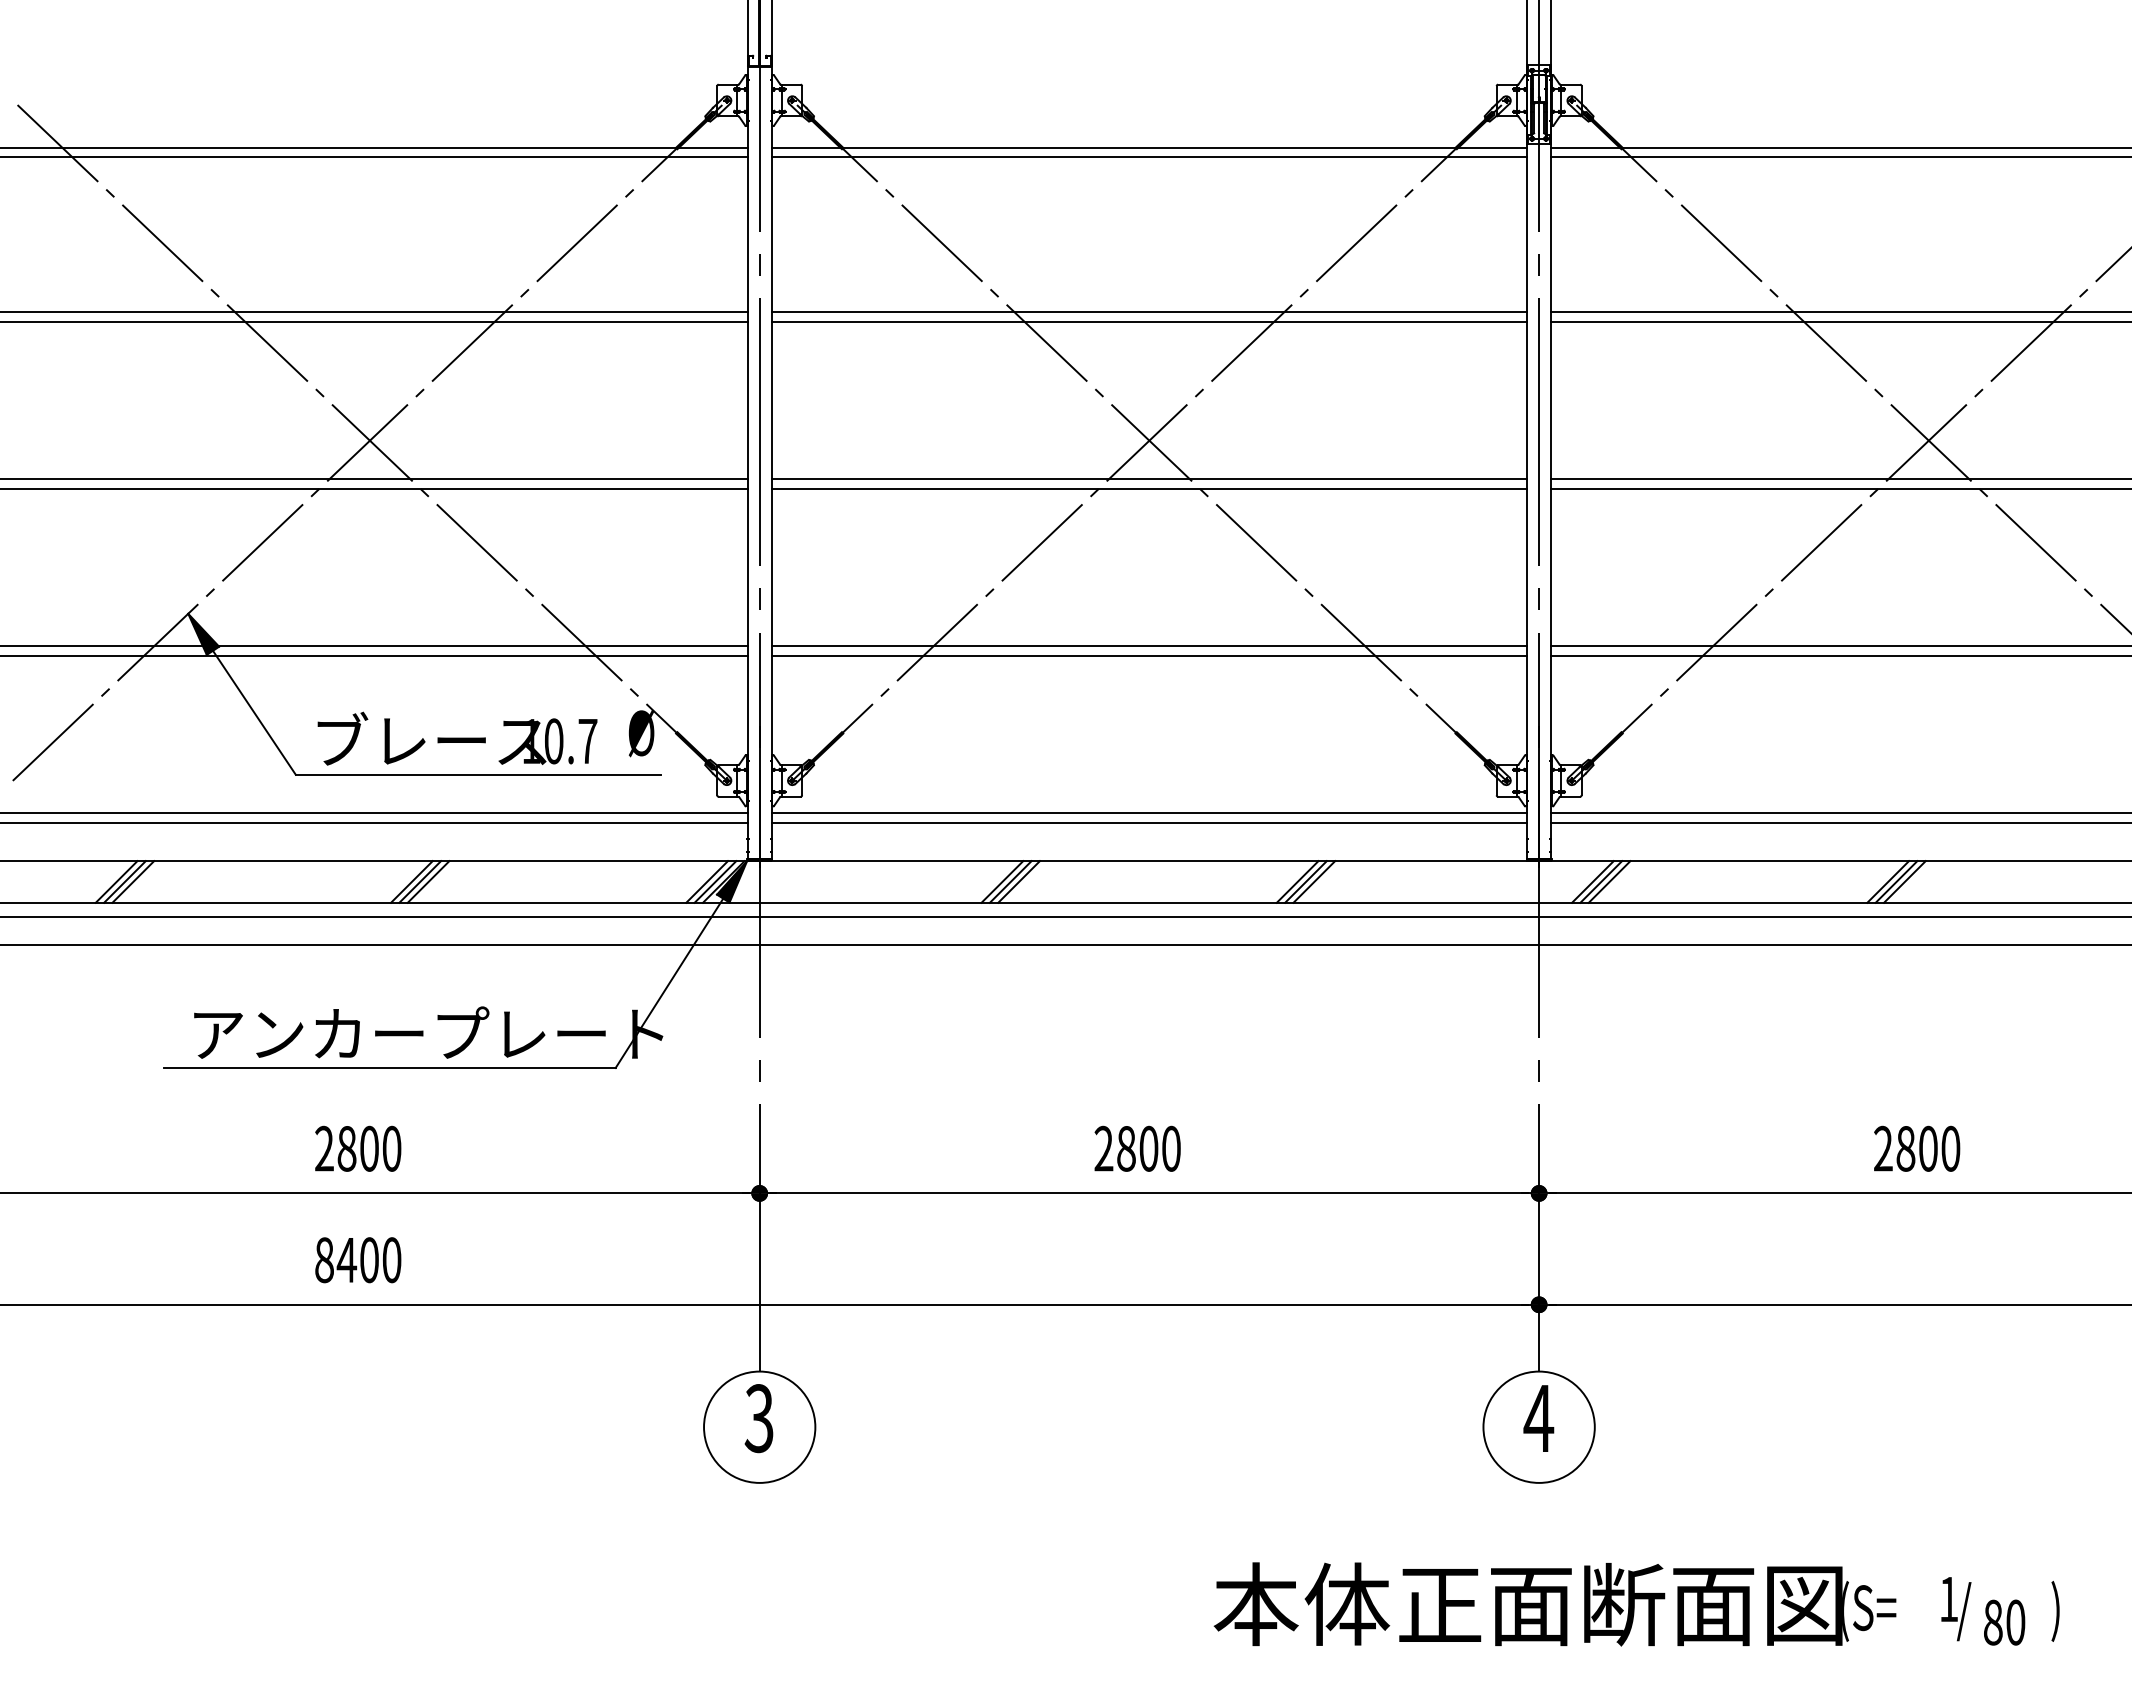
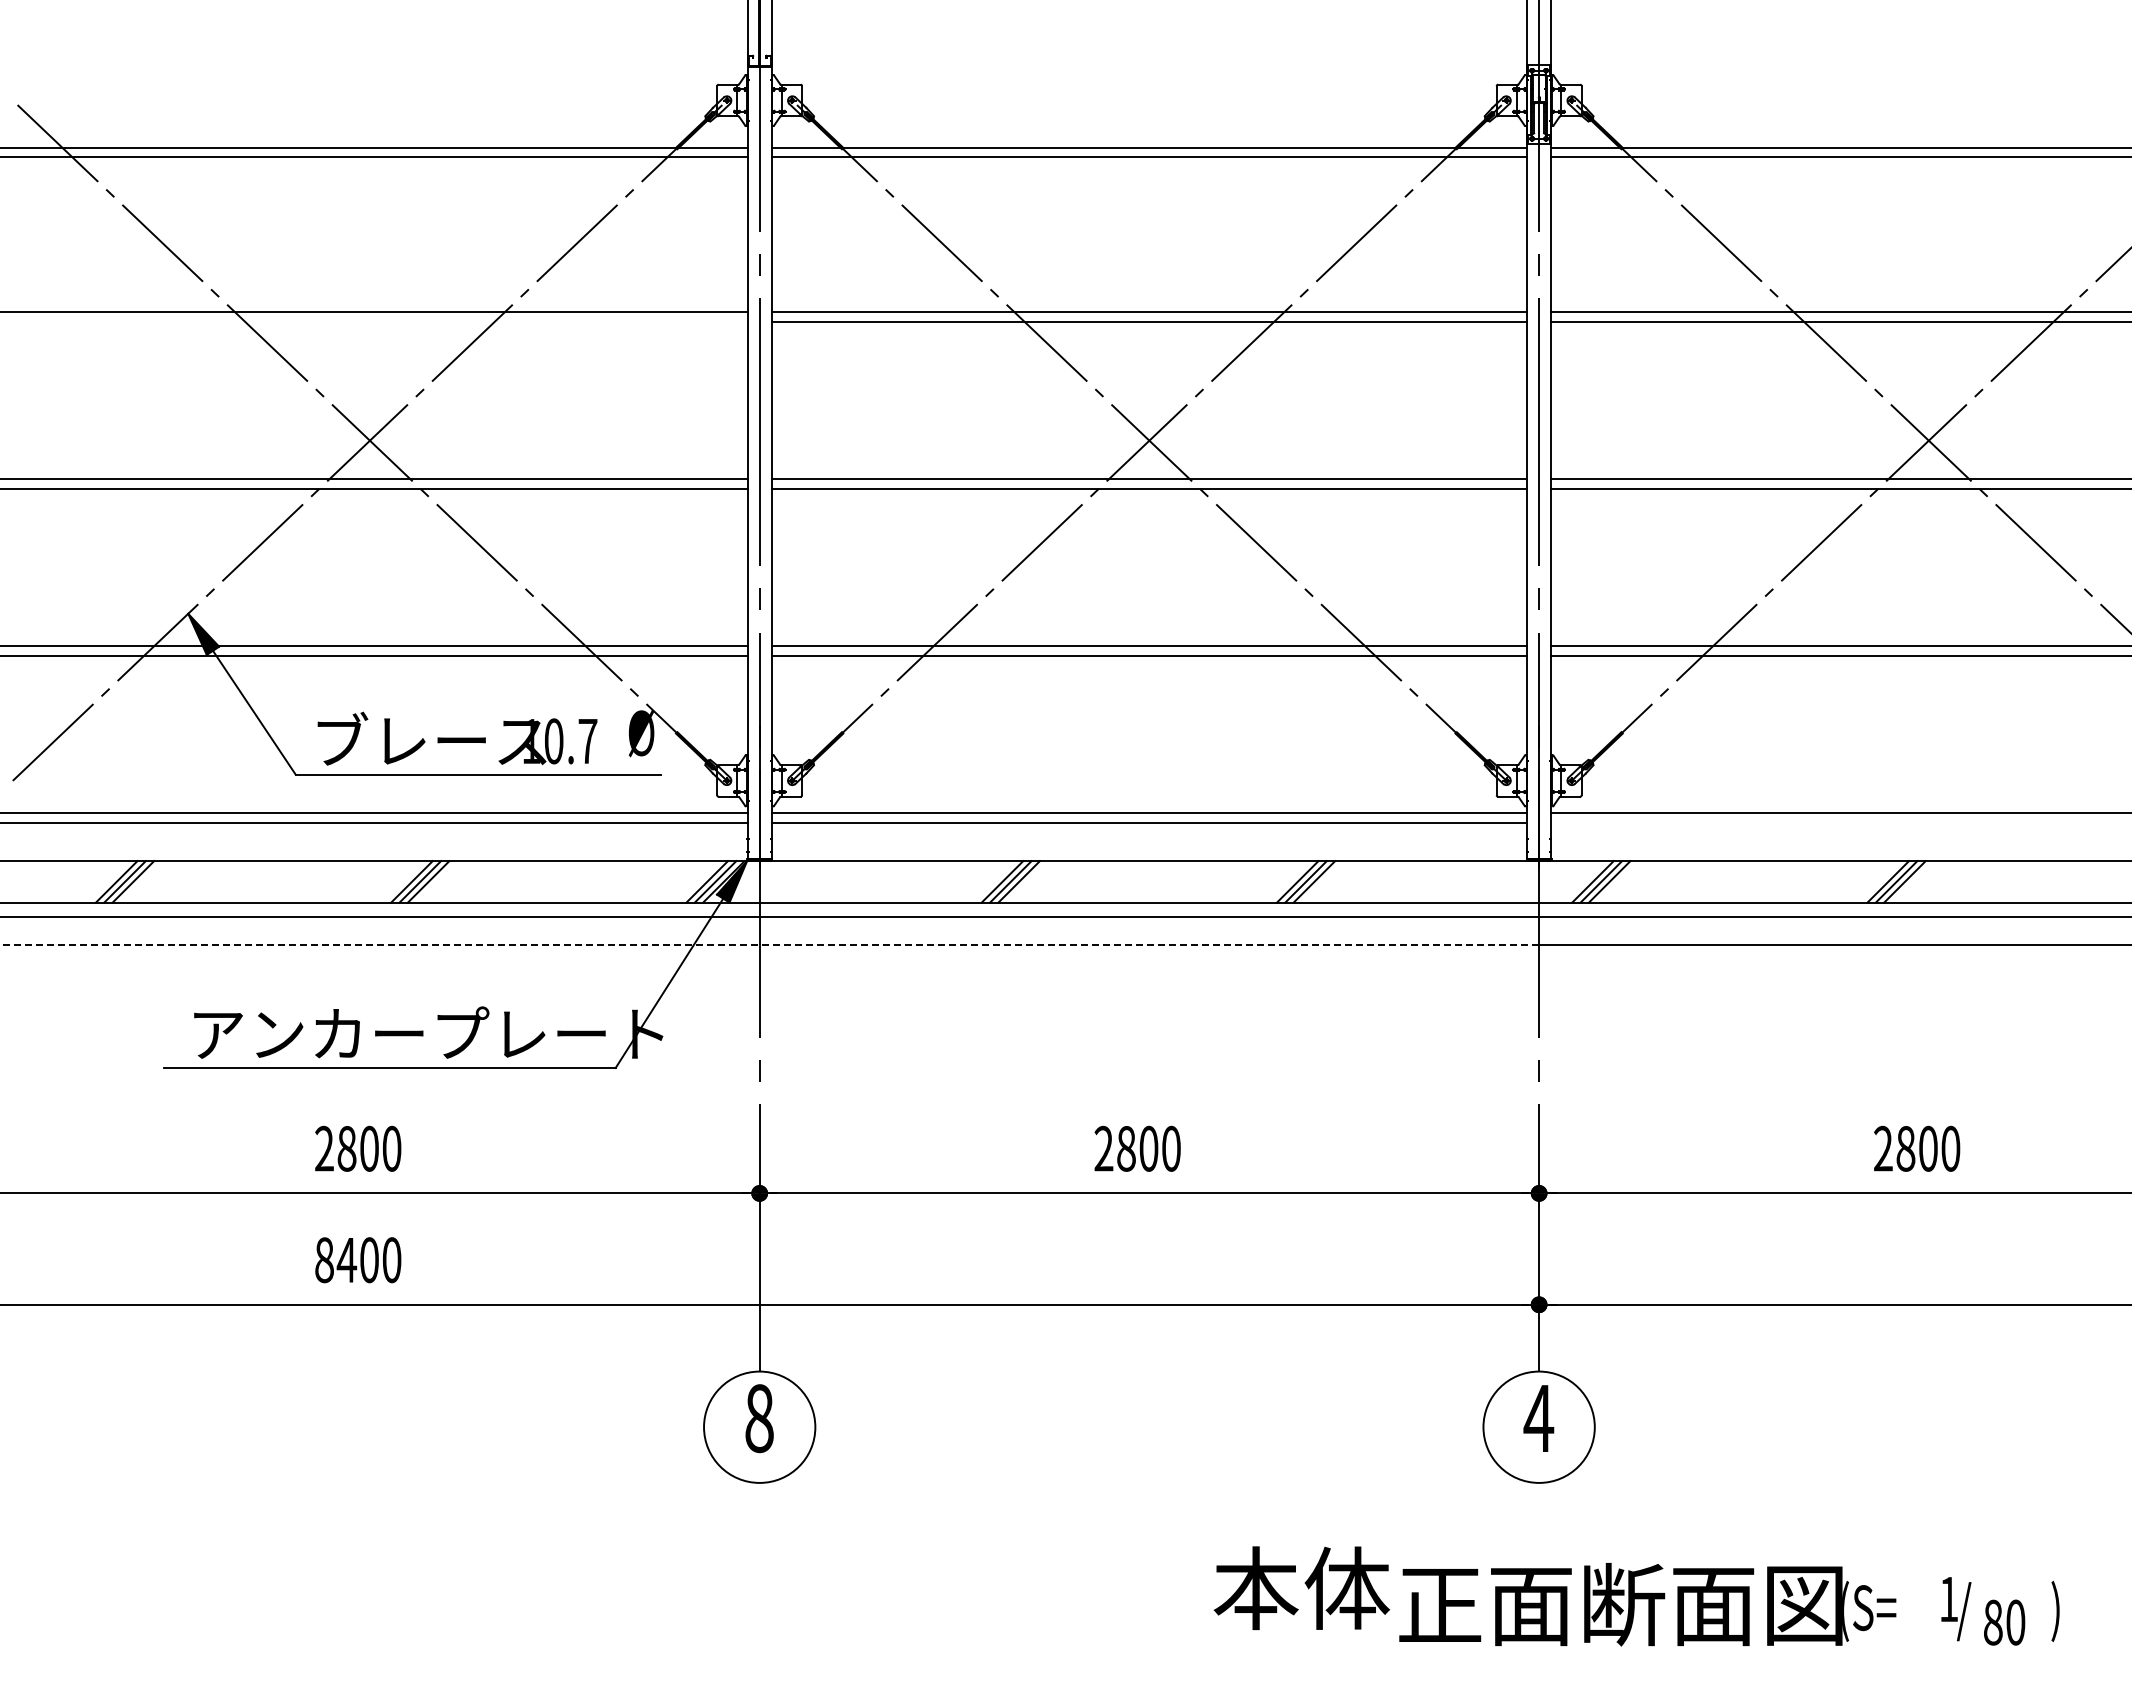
line at (374, 321): present -> none
line at (1839, 822): present -> none
line at (770, 944): solid -> dashed
text at (758, 1418): 3 -> 8
text at (1301, 1603) position: (1301, 1603) -> (1301, 1587)
